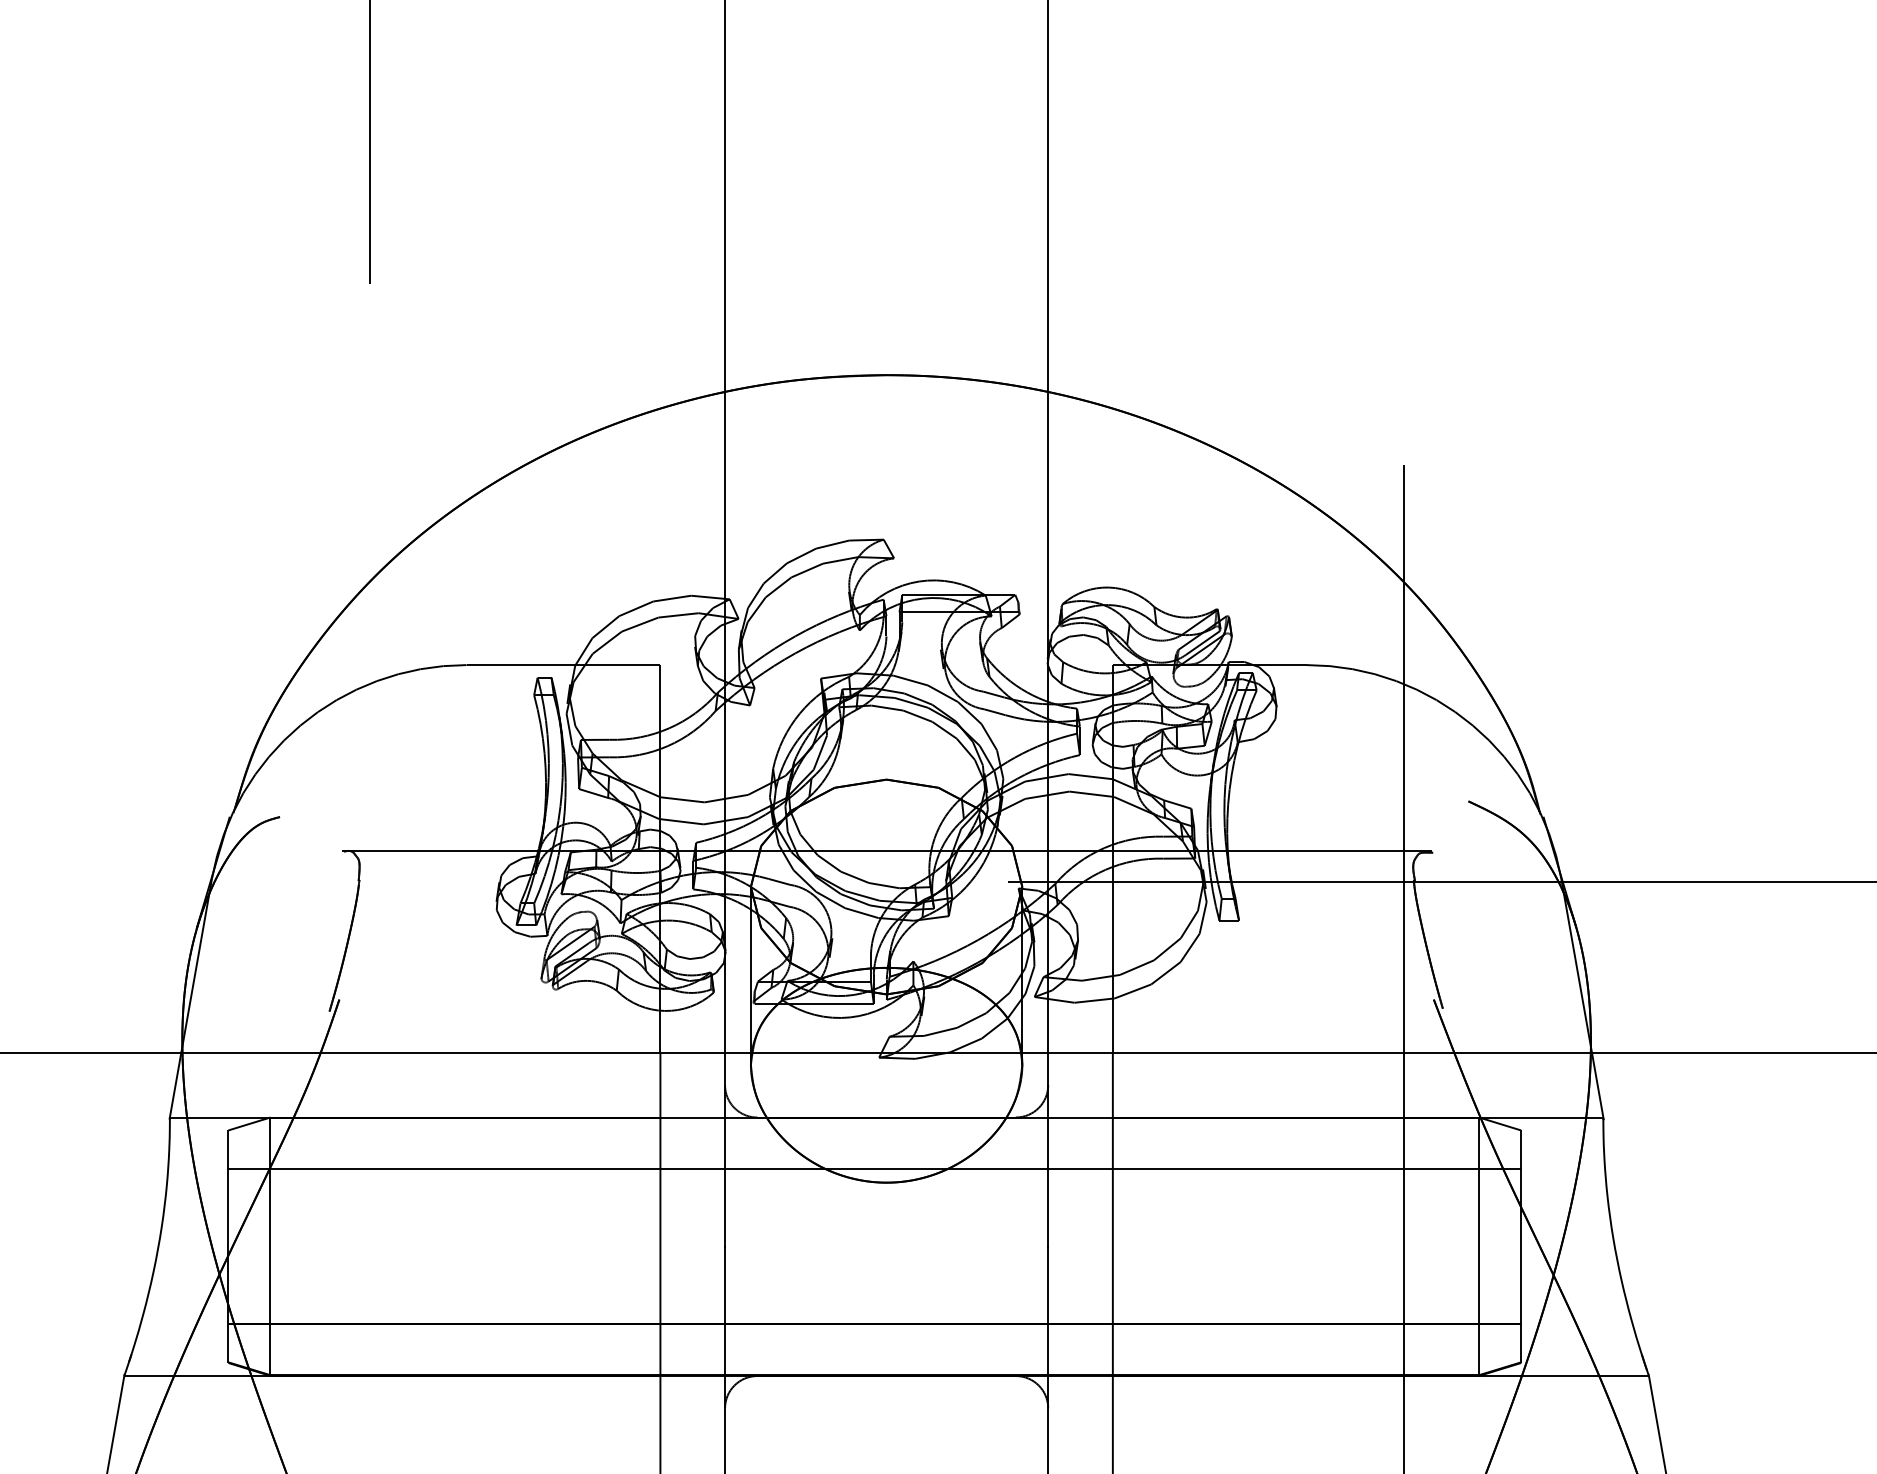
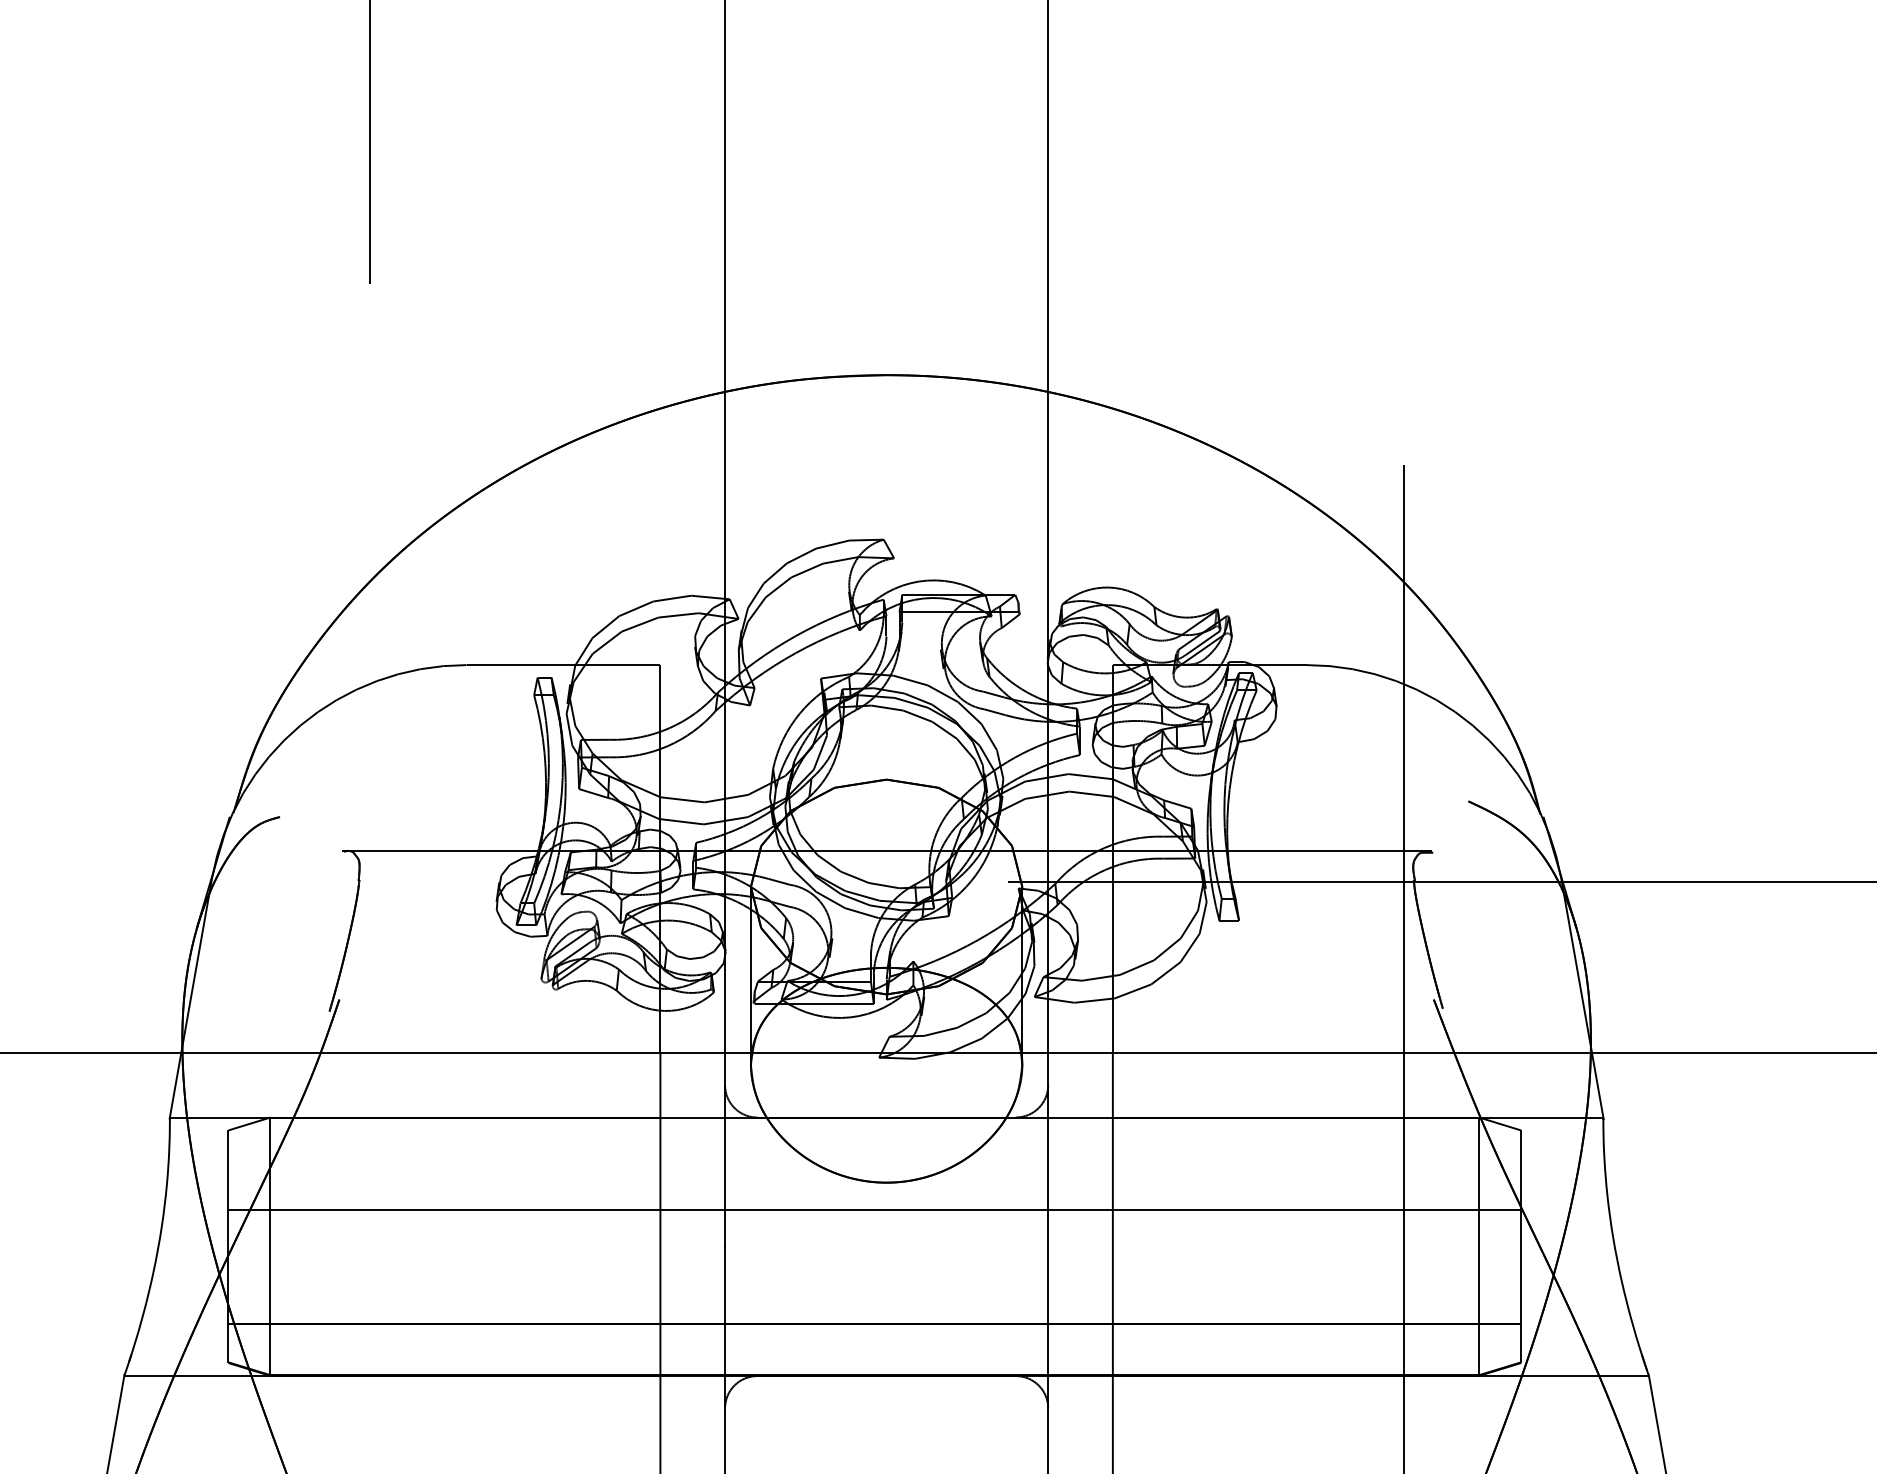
line at (874, 1169) position: (874, 1169) -> (874, 1210)
